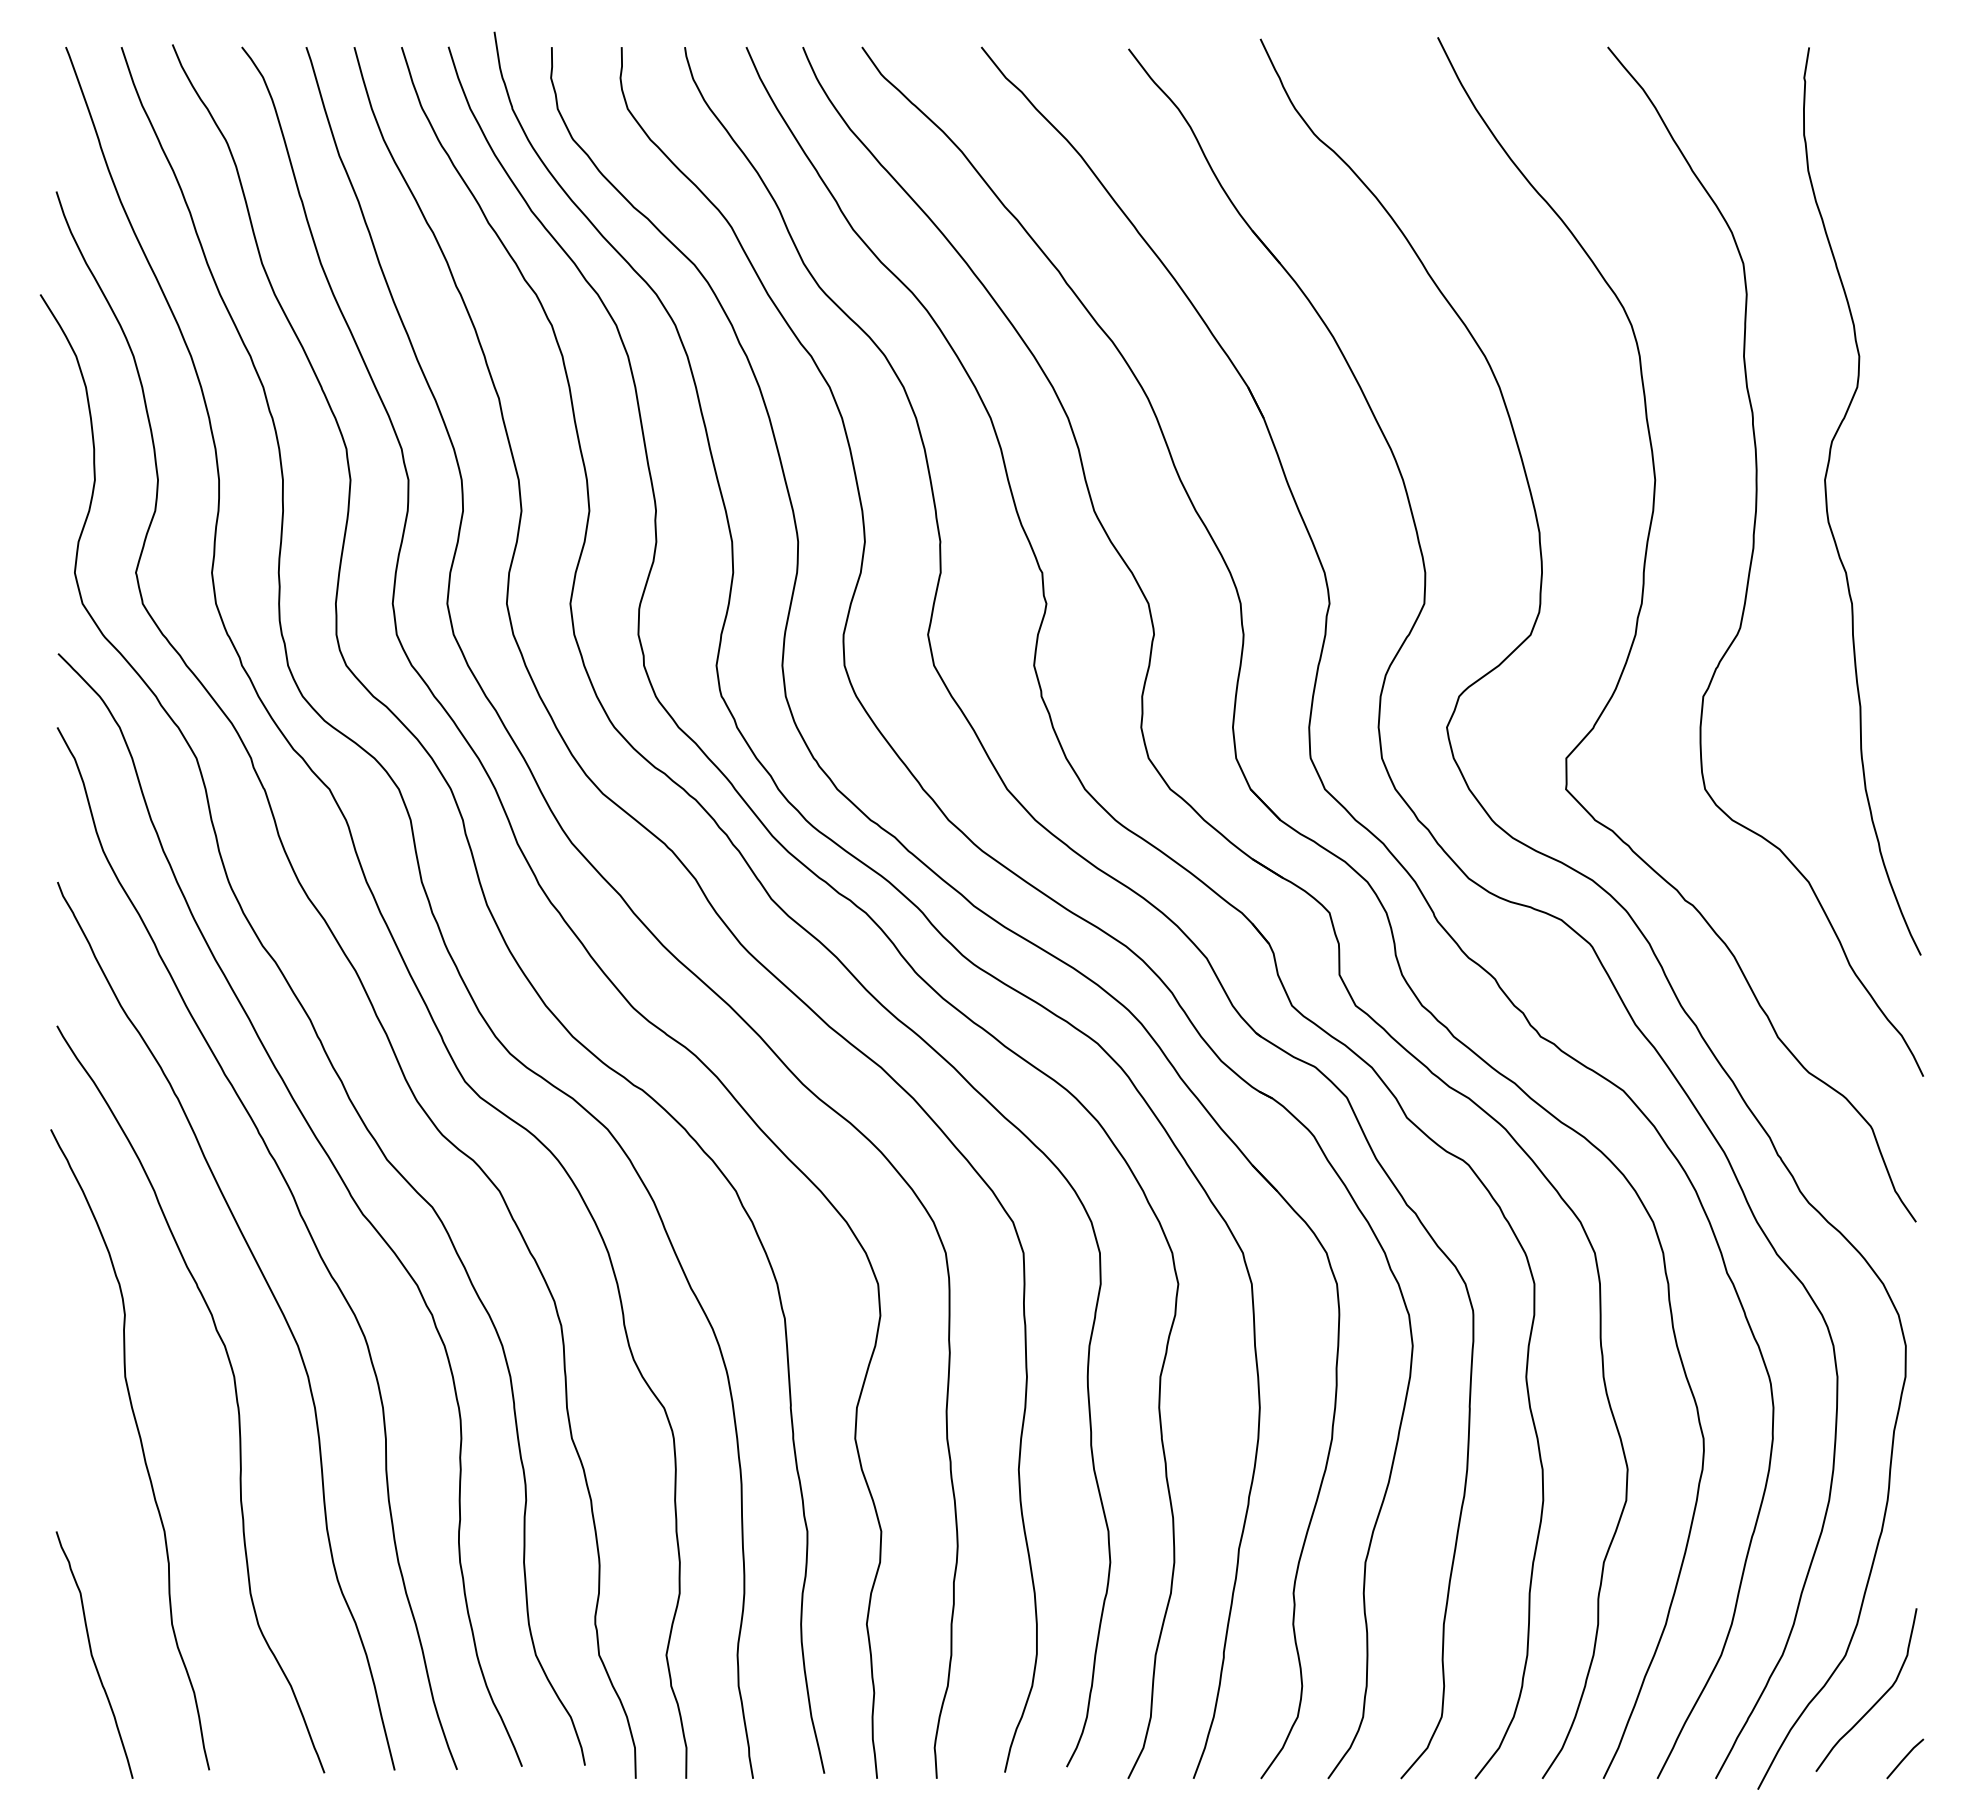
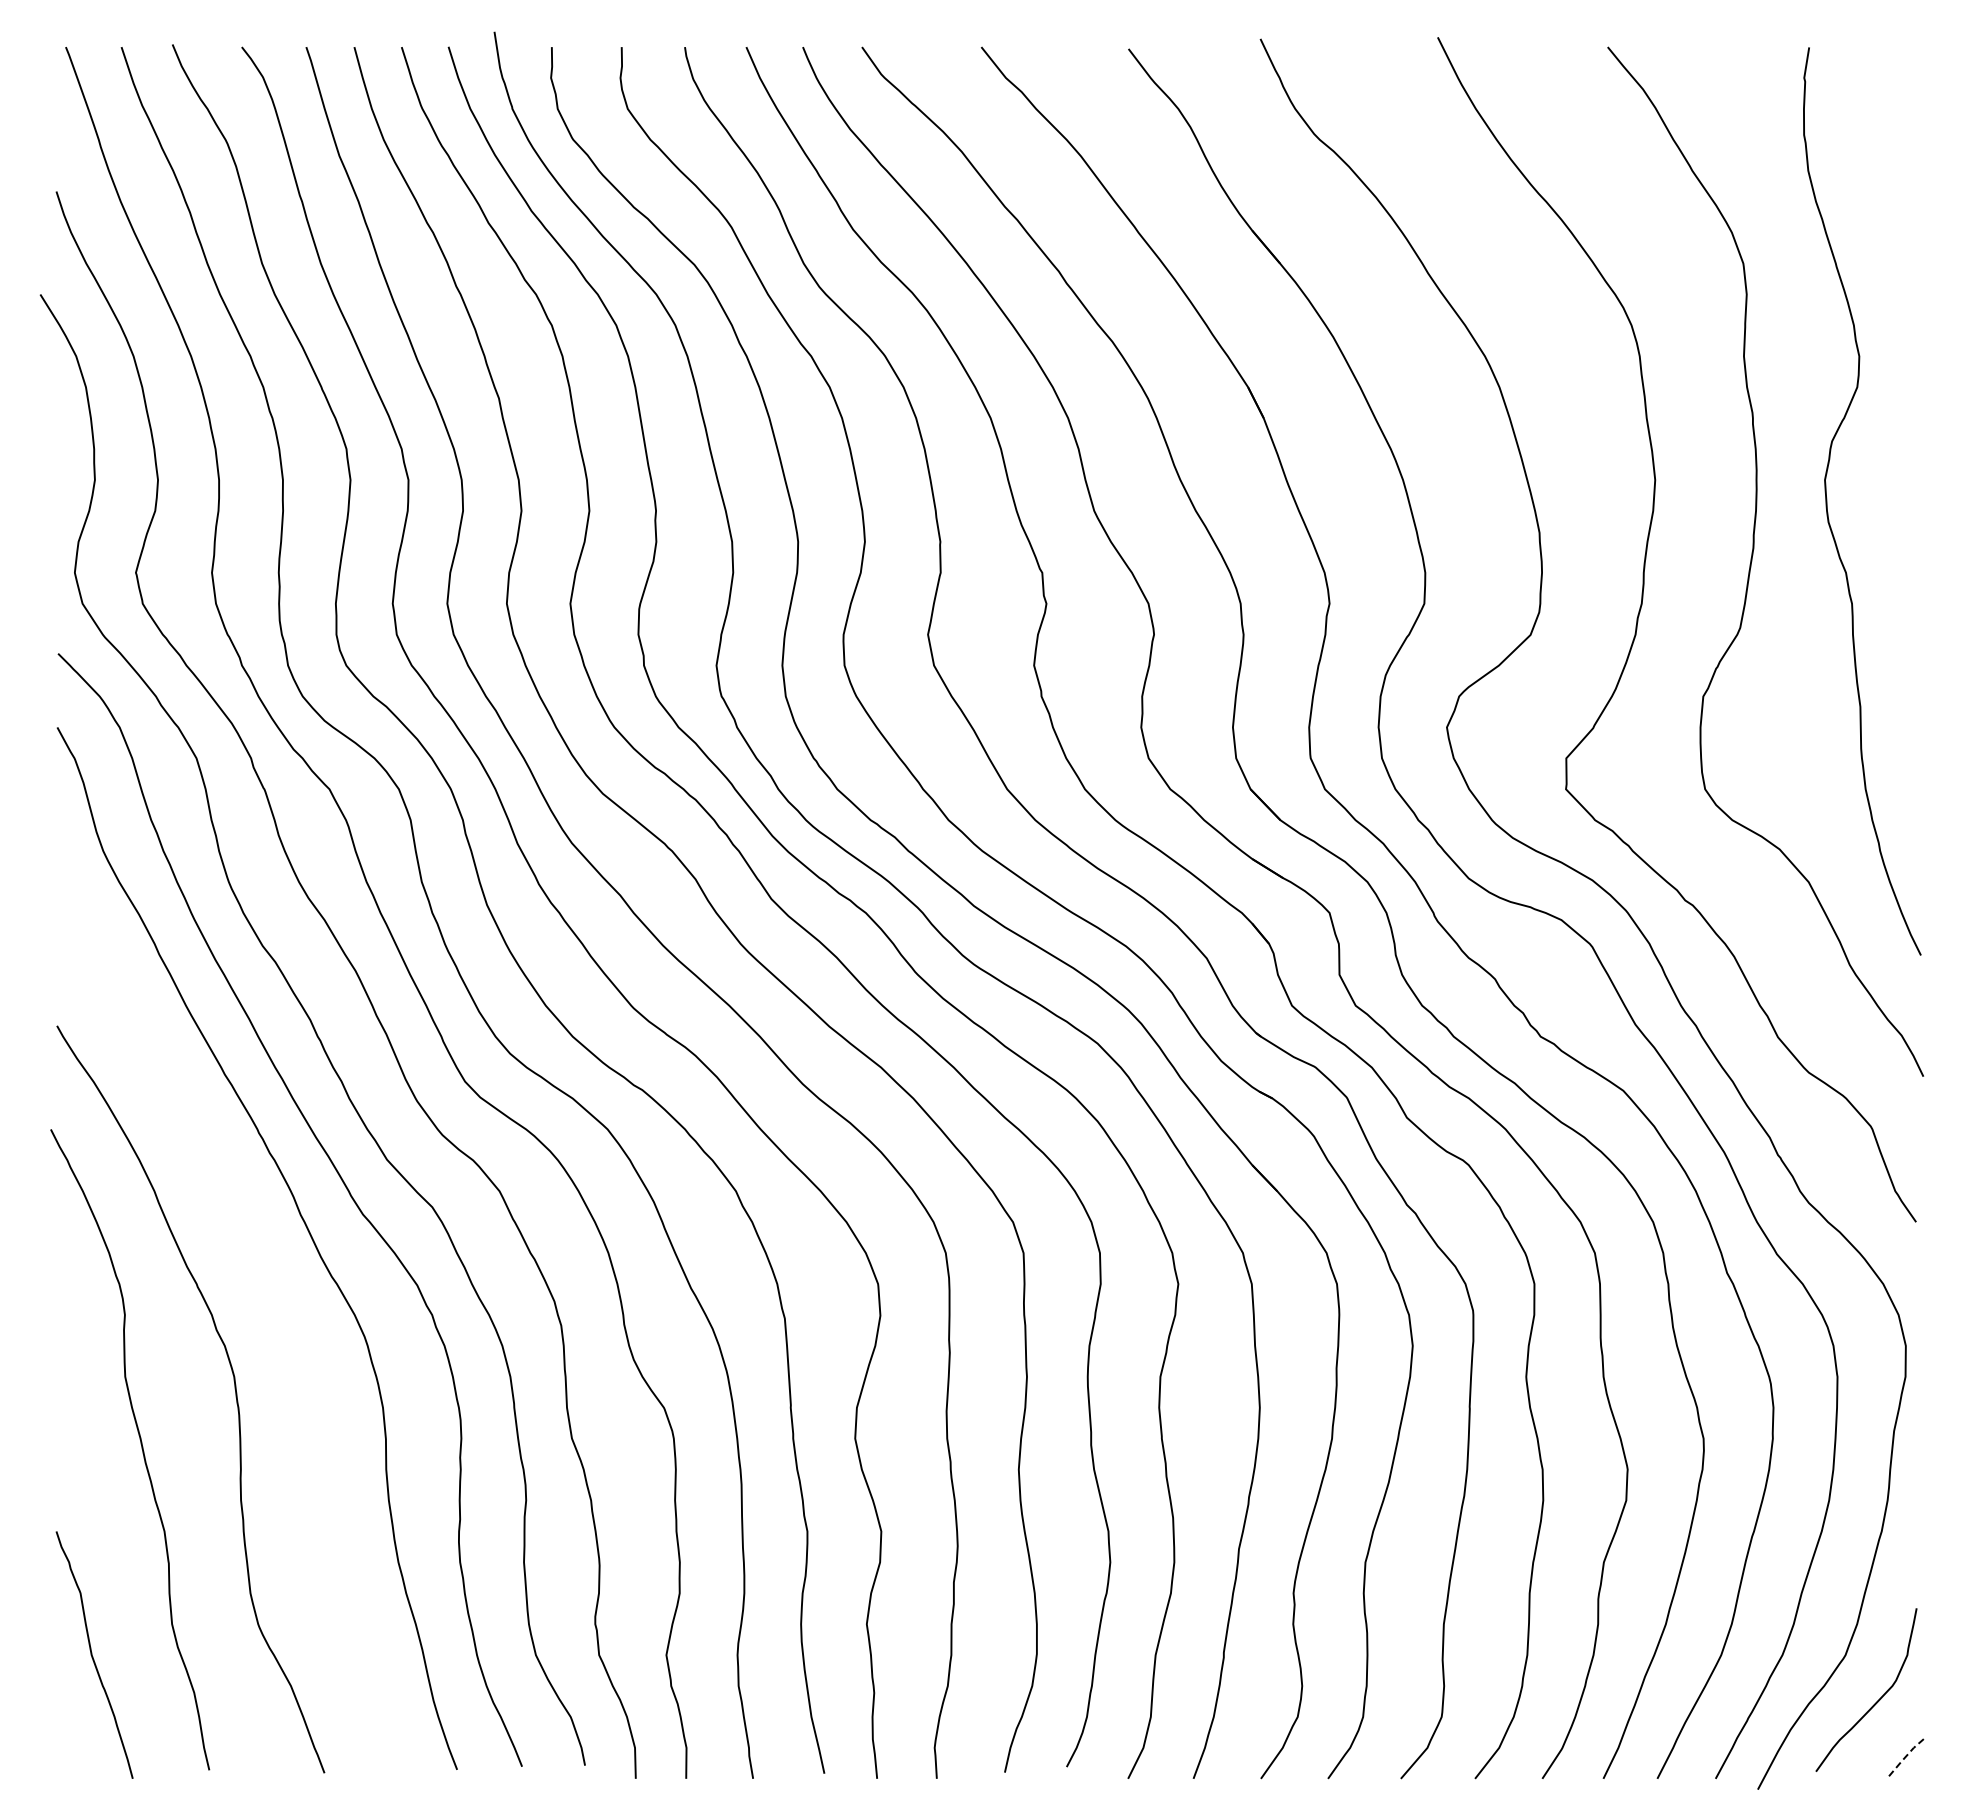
curve at (275, 1301): present -> none
line at (1904, 1757): solid -> dashed
